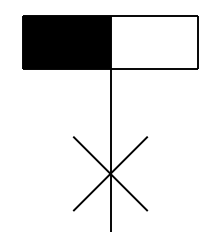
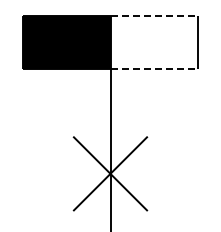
line at (154, 15): solid -> dashed
line at (154, 68): solid -> dashed
